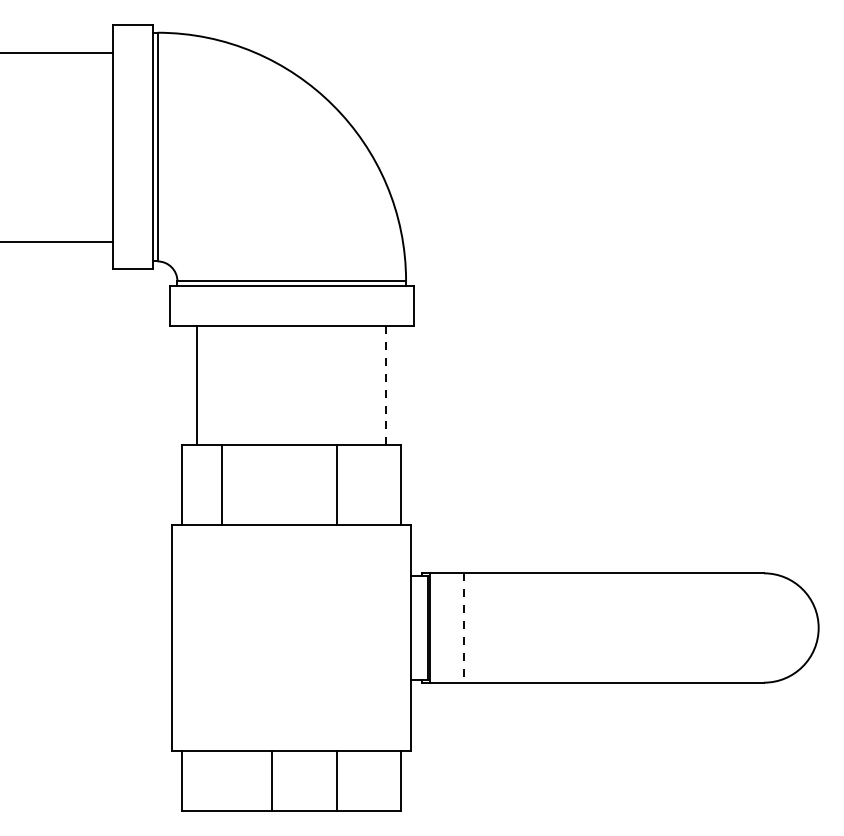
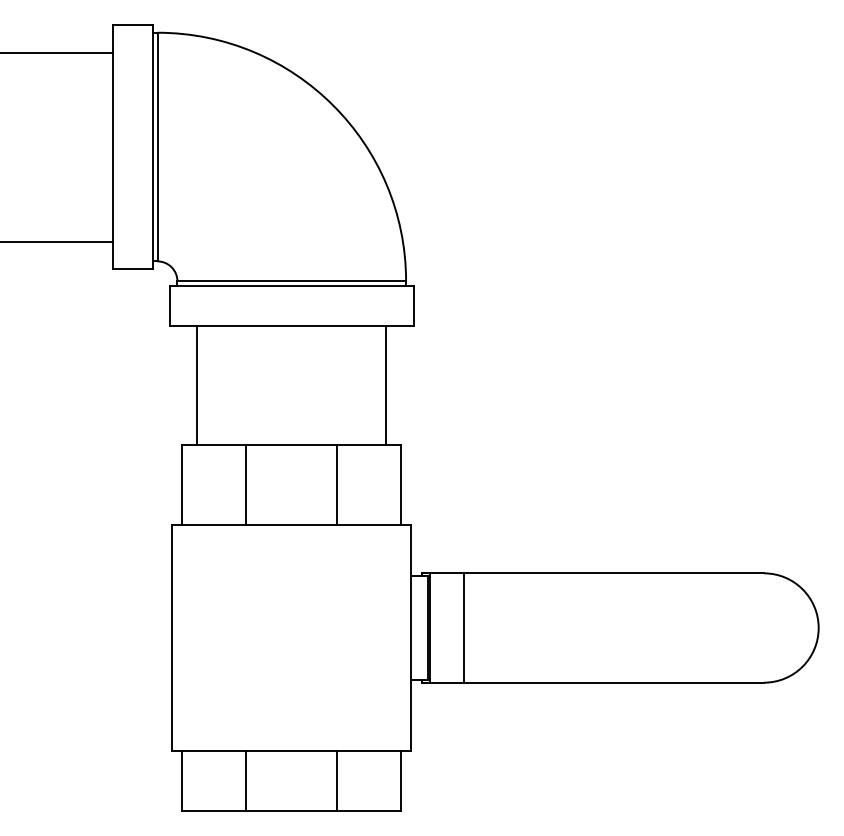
line at (386, 385): dashed -> solid
line at (222, 484) position: (222, 484) -> (246, 484)
line at (464, 628): dashed -> solid
line at (272, 780) position: (272, 780) -> (246, 780)
